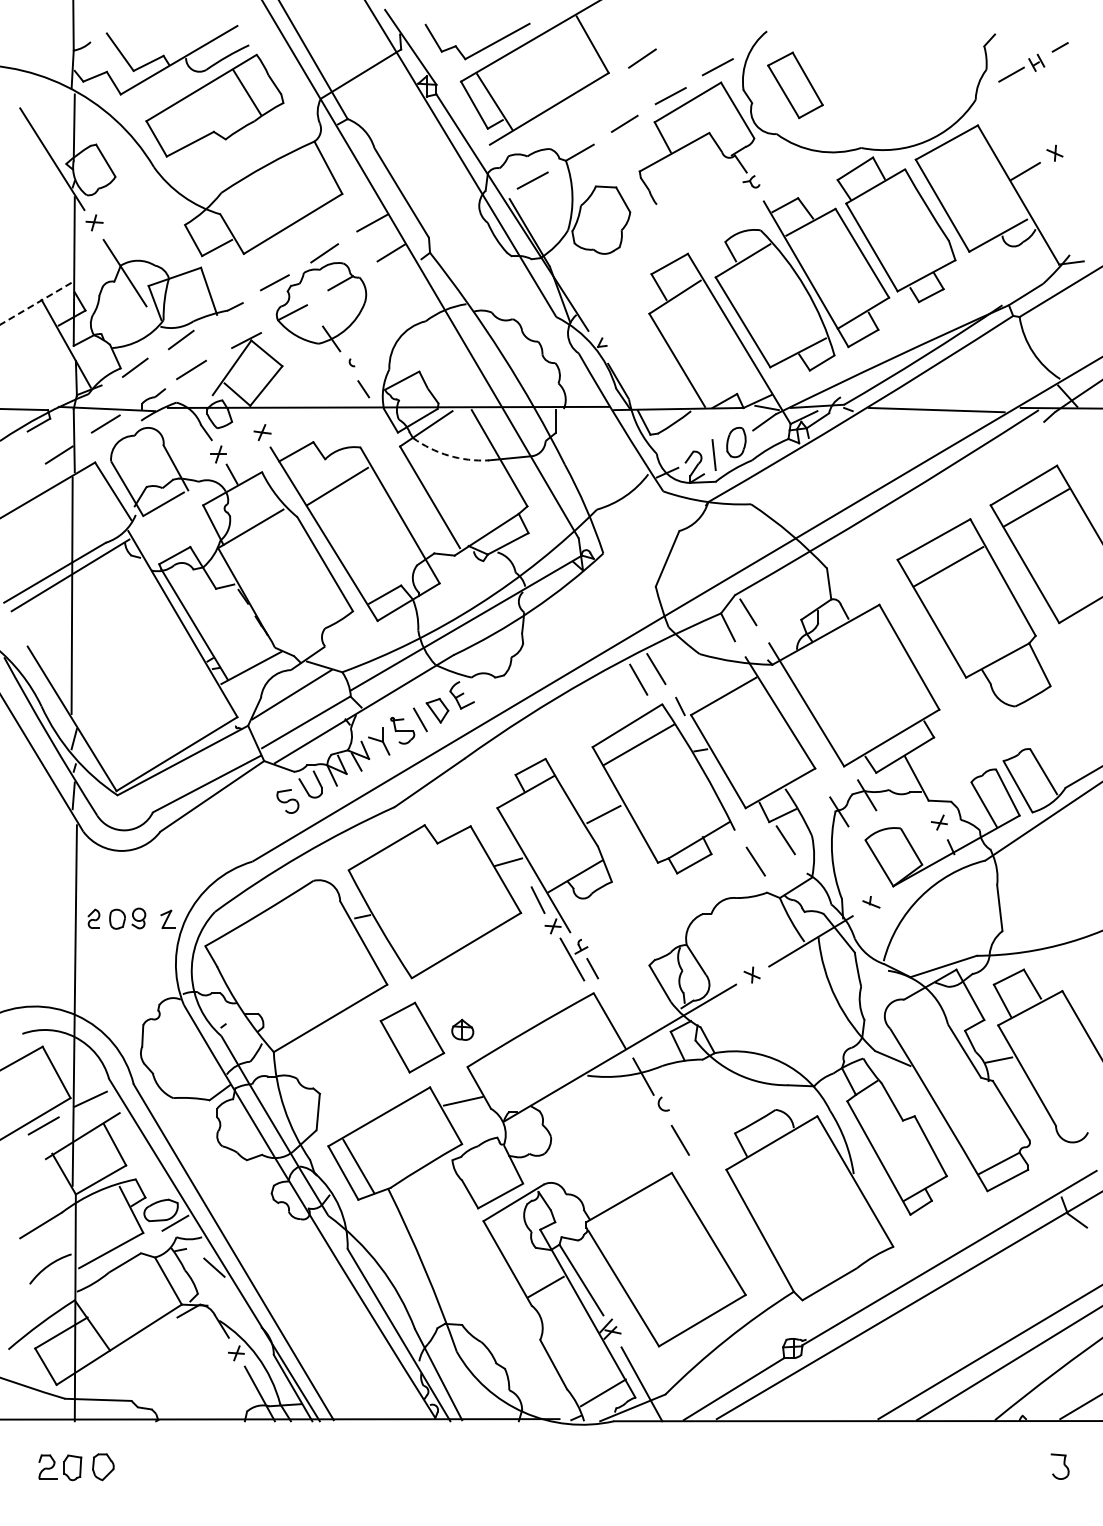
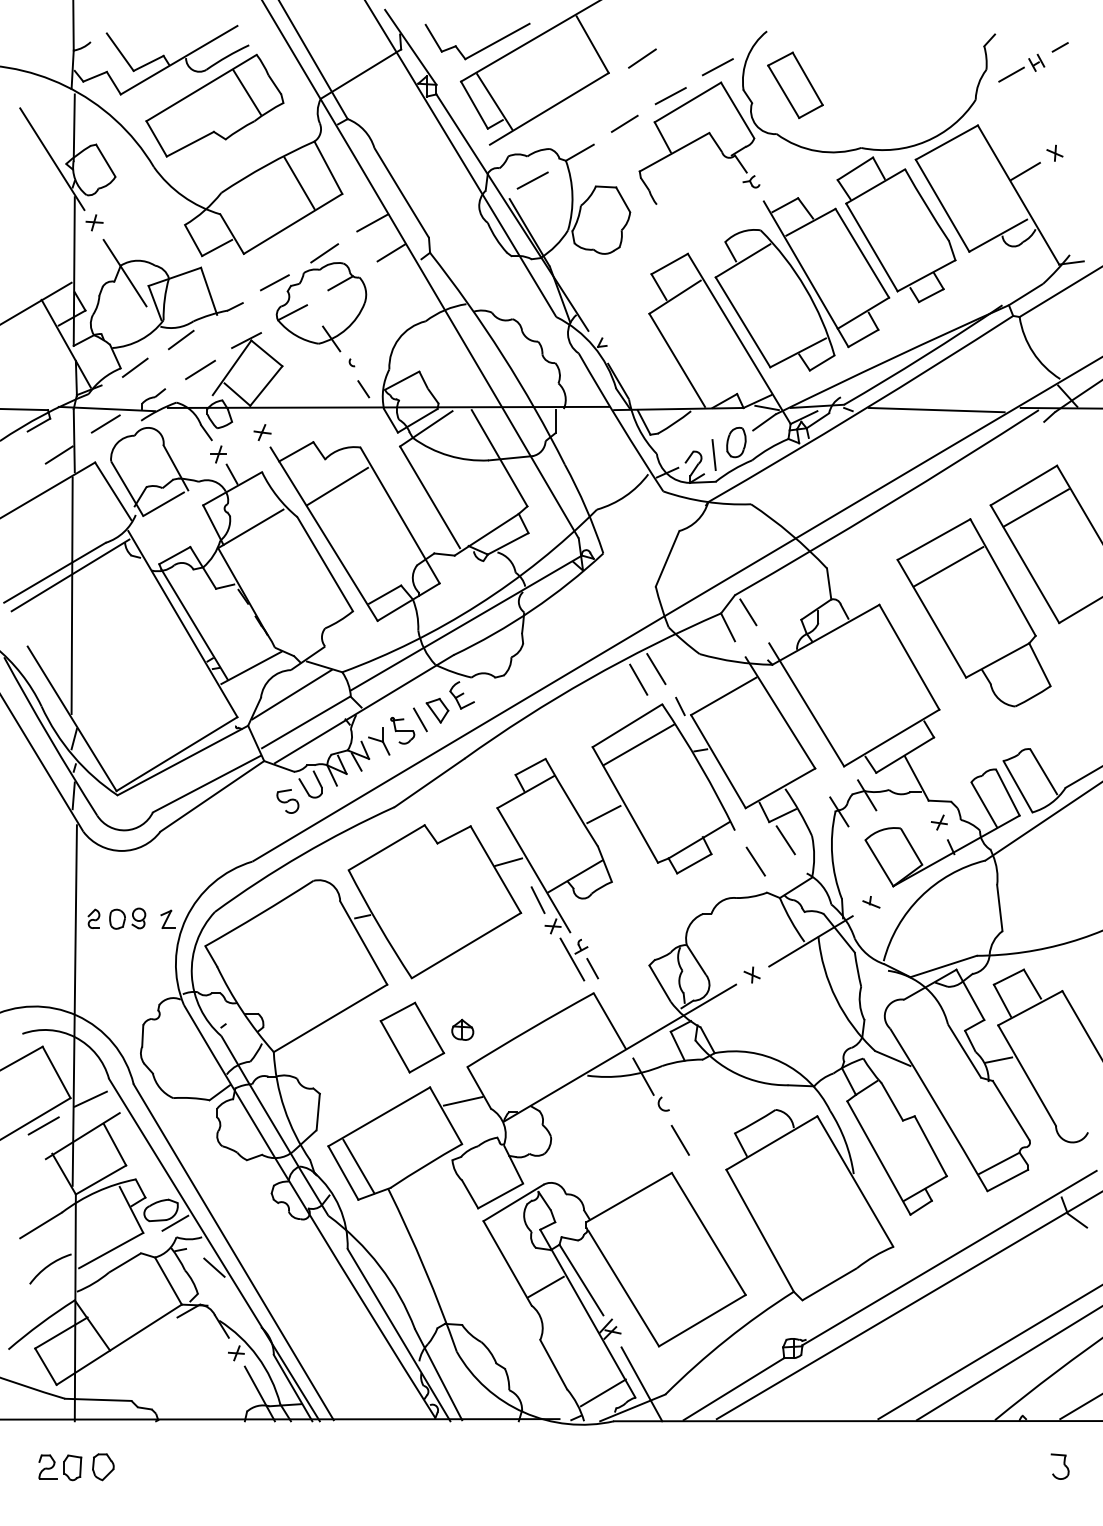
line at (299, 182): none -> present
line at (35, 304): dashed -> solid
line at (191, 369) position: (191, 369) -> (200, 369)
arc at (448, 455): dashed -> solid
